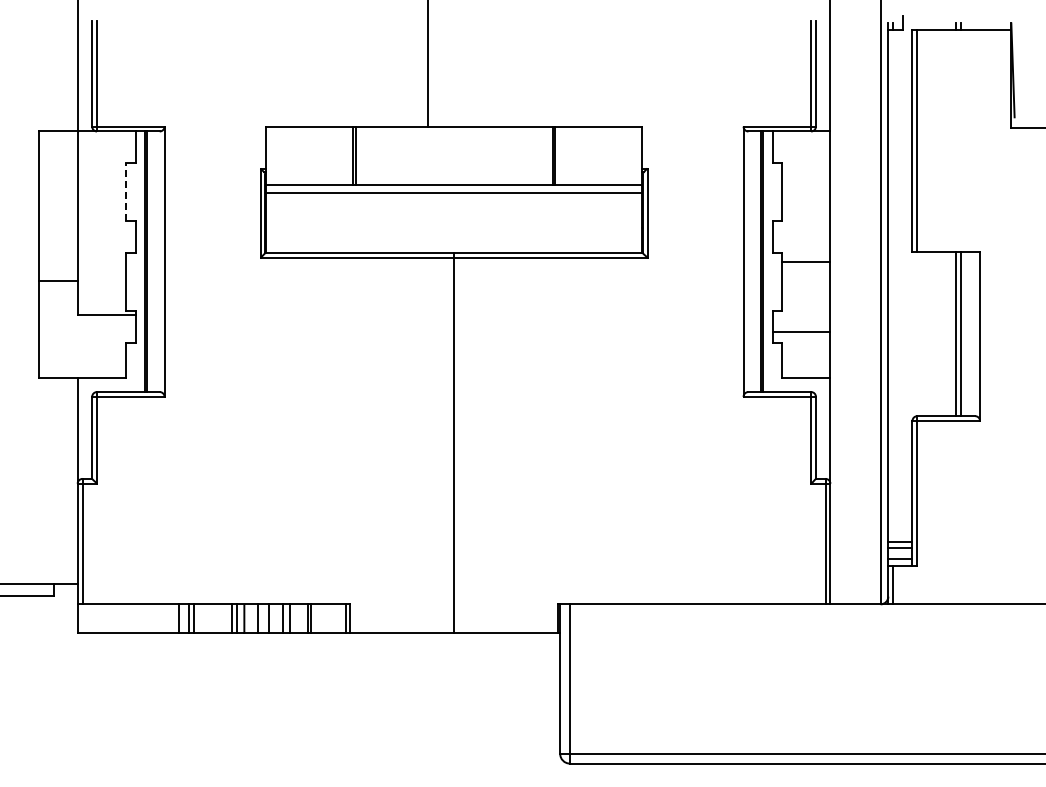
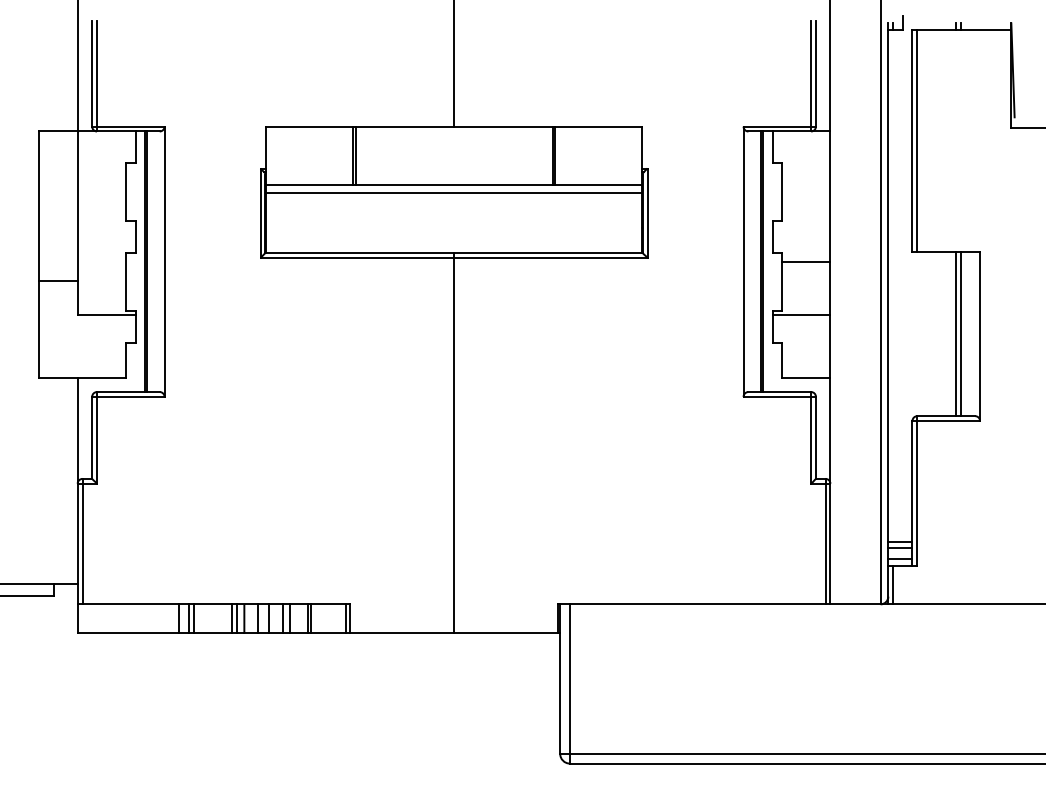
line at (428, 64) position: (428, 64) -> (454, 64)
line at (125, 192): dashed -> solid
line at (801, 331) position: (801, 331) -> (801, 314)
